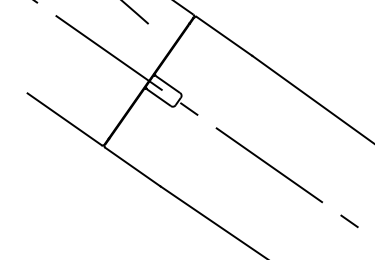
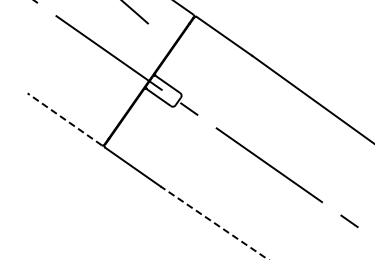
line at (64, 119): solid -> dashed
line at (214, 222): solid -> dashed
